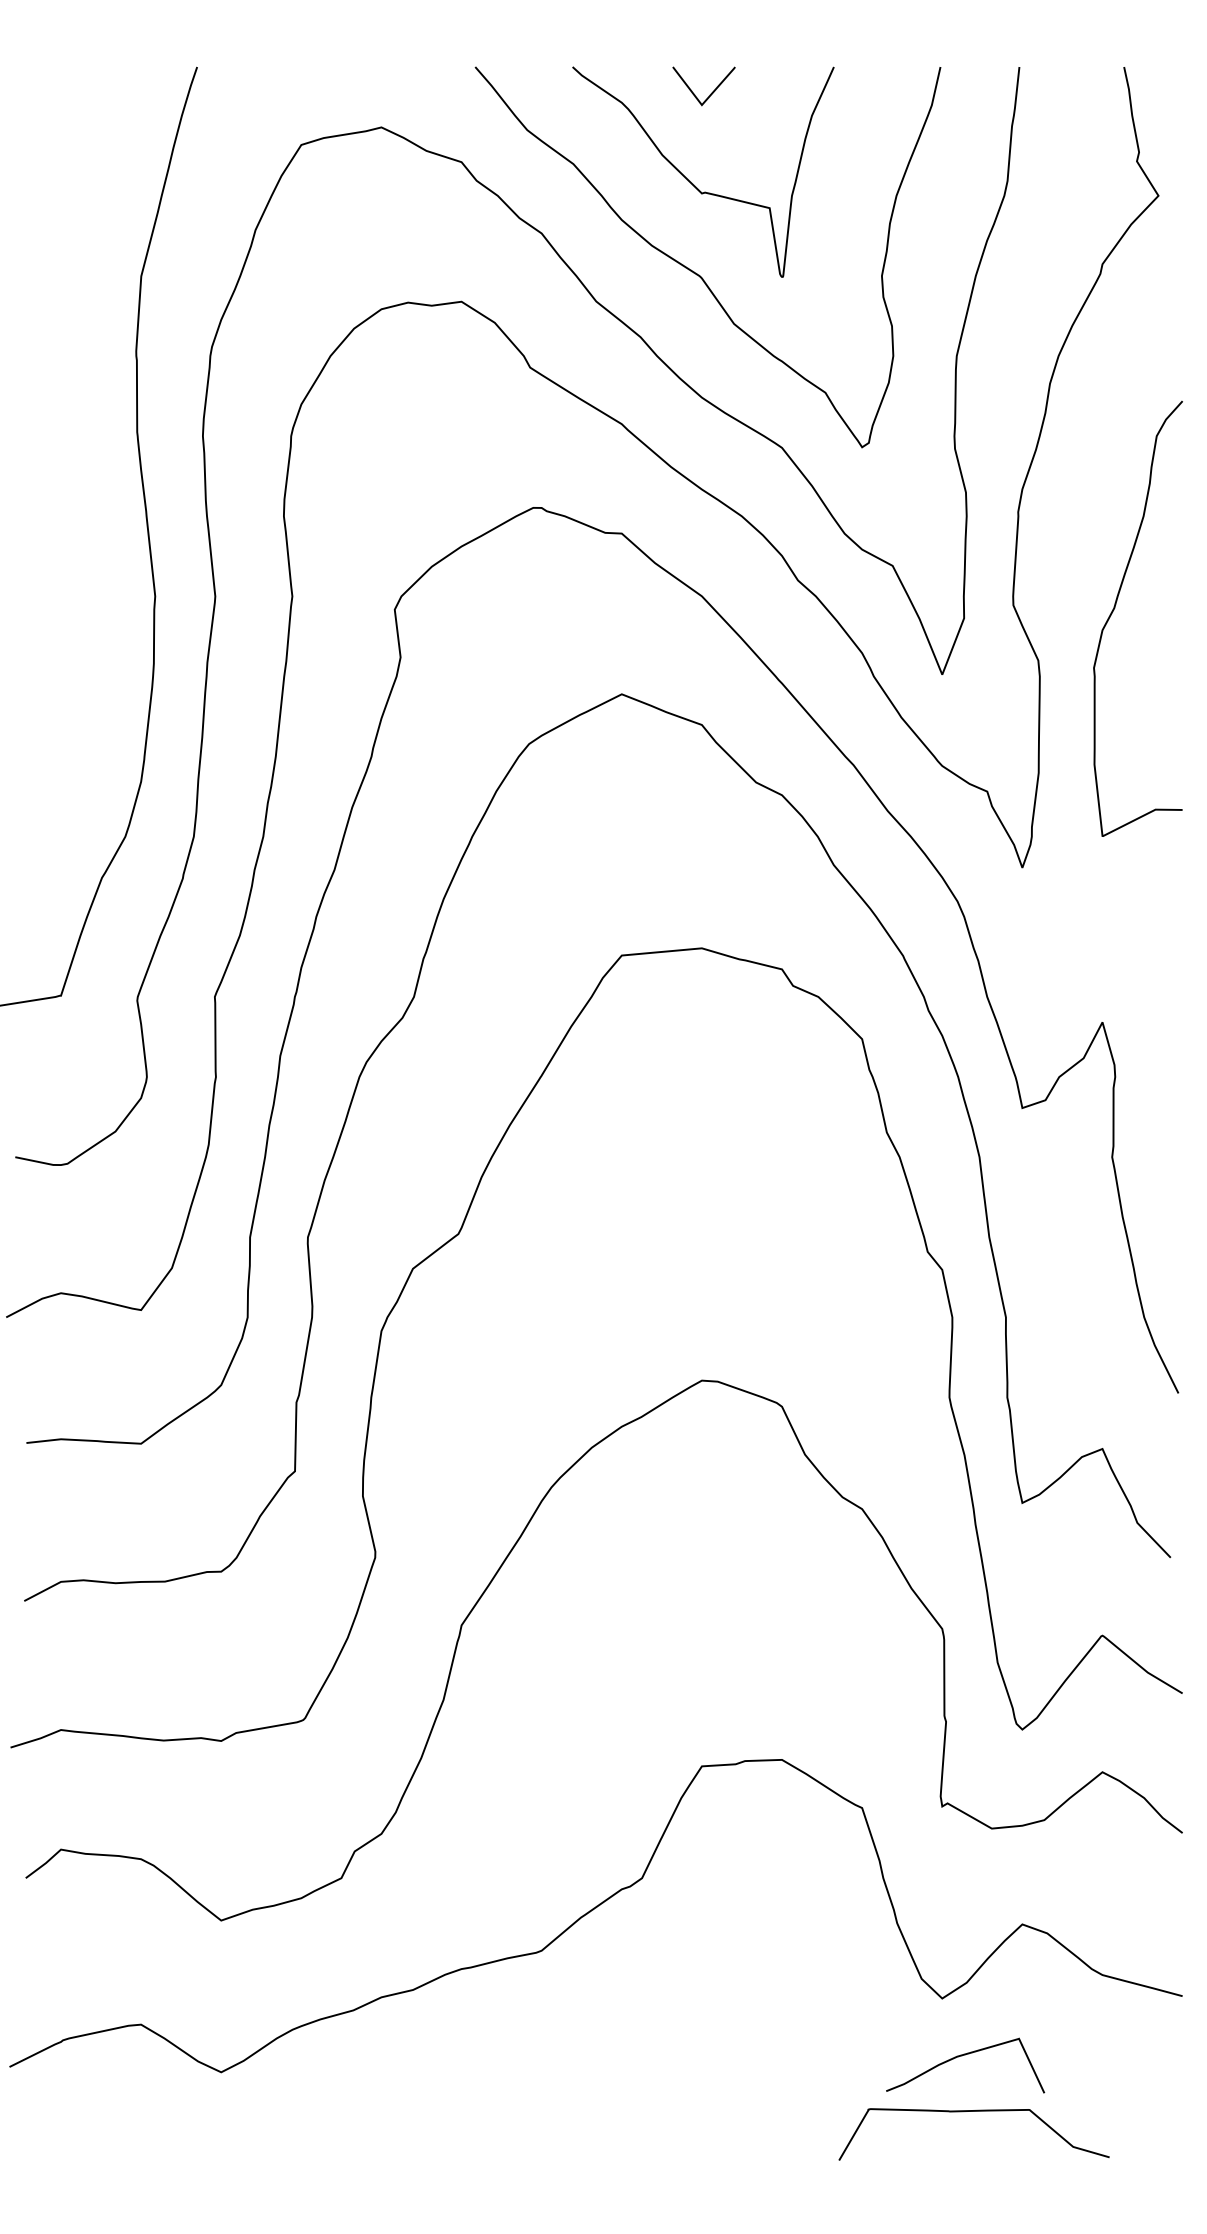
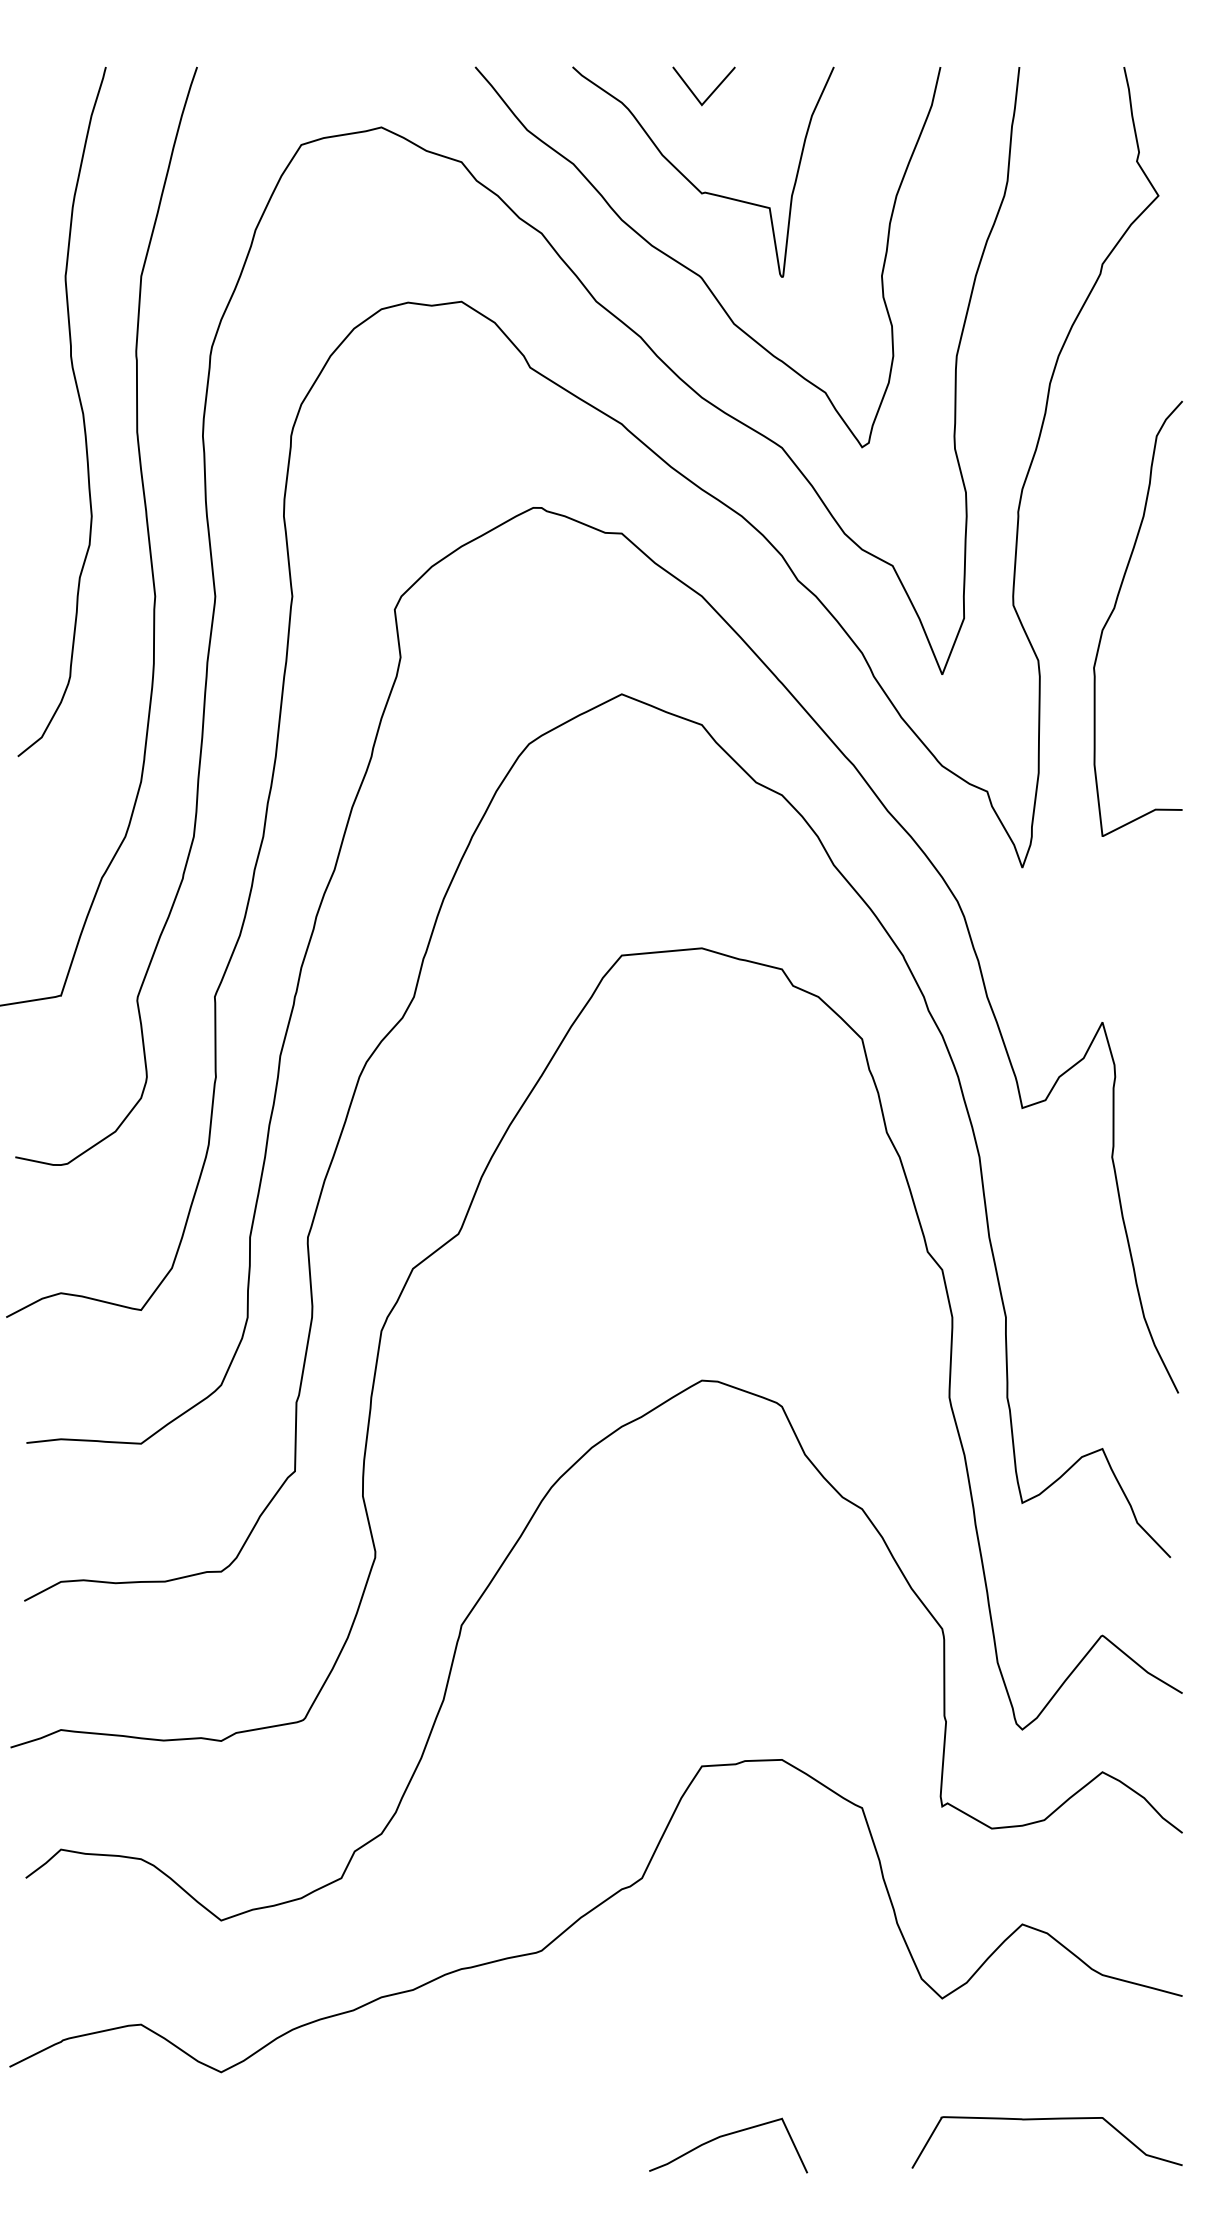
curve at (80, 407): none -> present
curve at (962, 2056) position: (962, 2056) -> (725, 2136)
curve at (973, 2111) position: (973, 2111) -> (1046, 2119)
